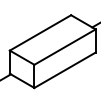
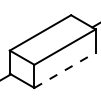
line at (65, 70): solid -> dashed
